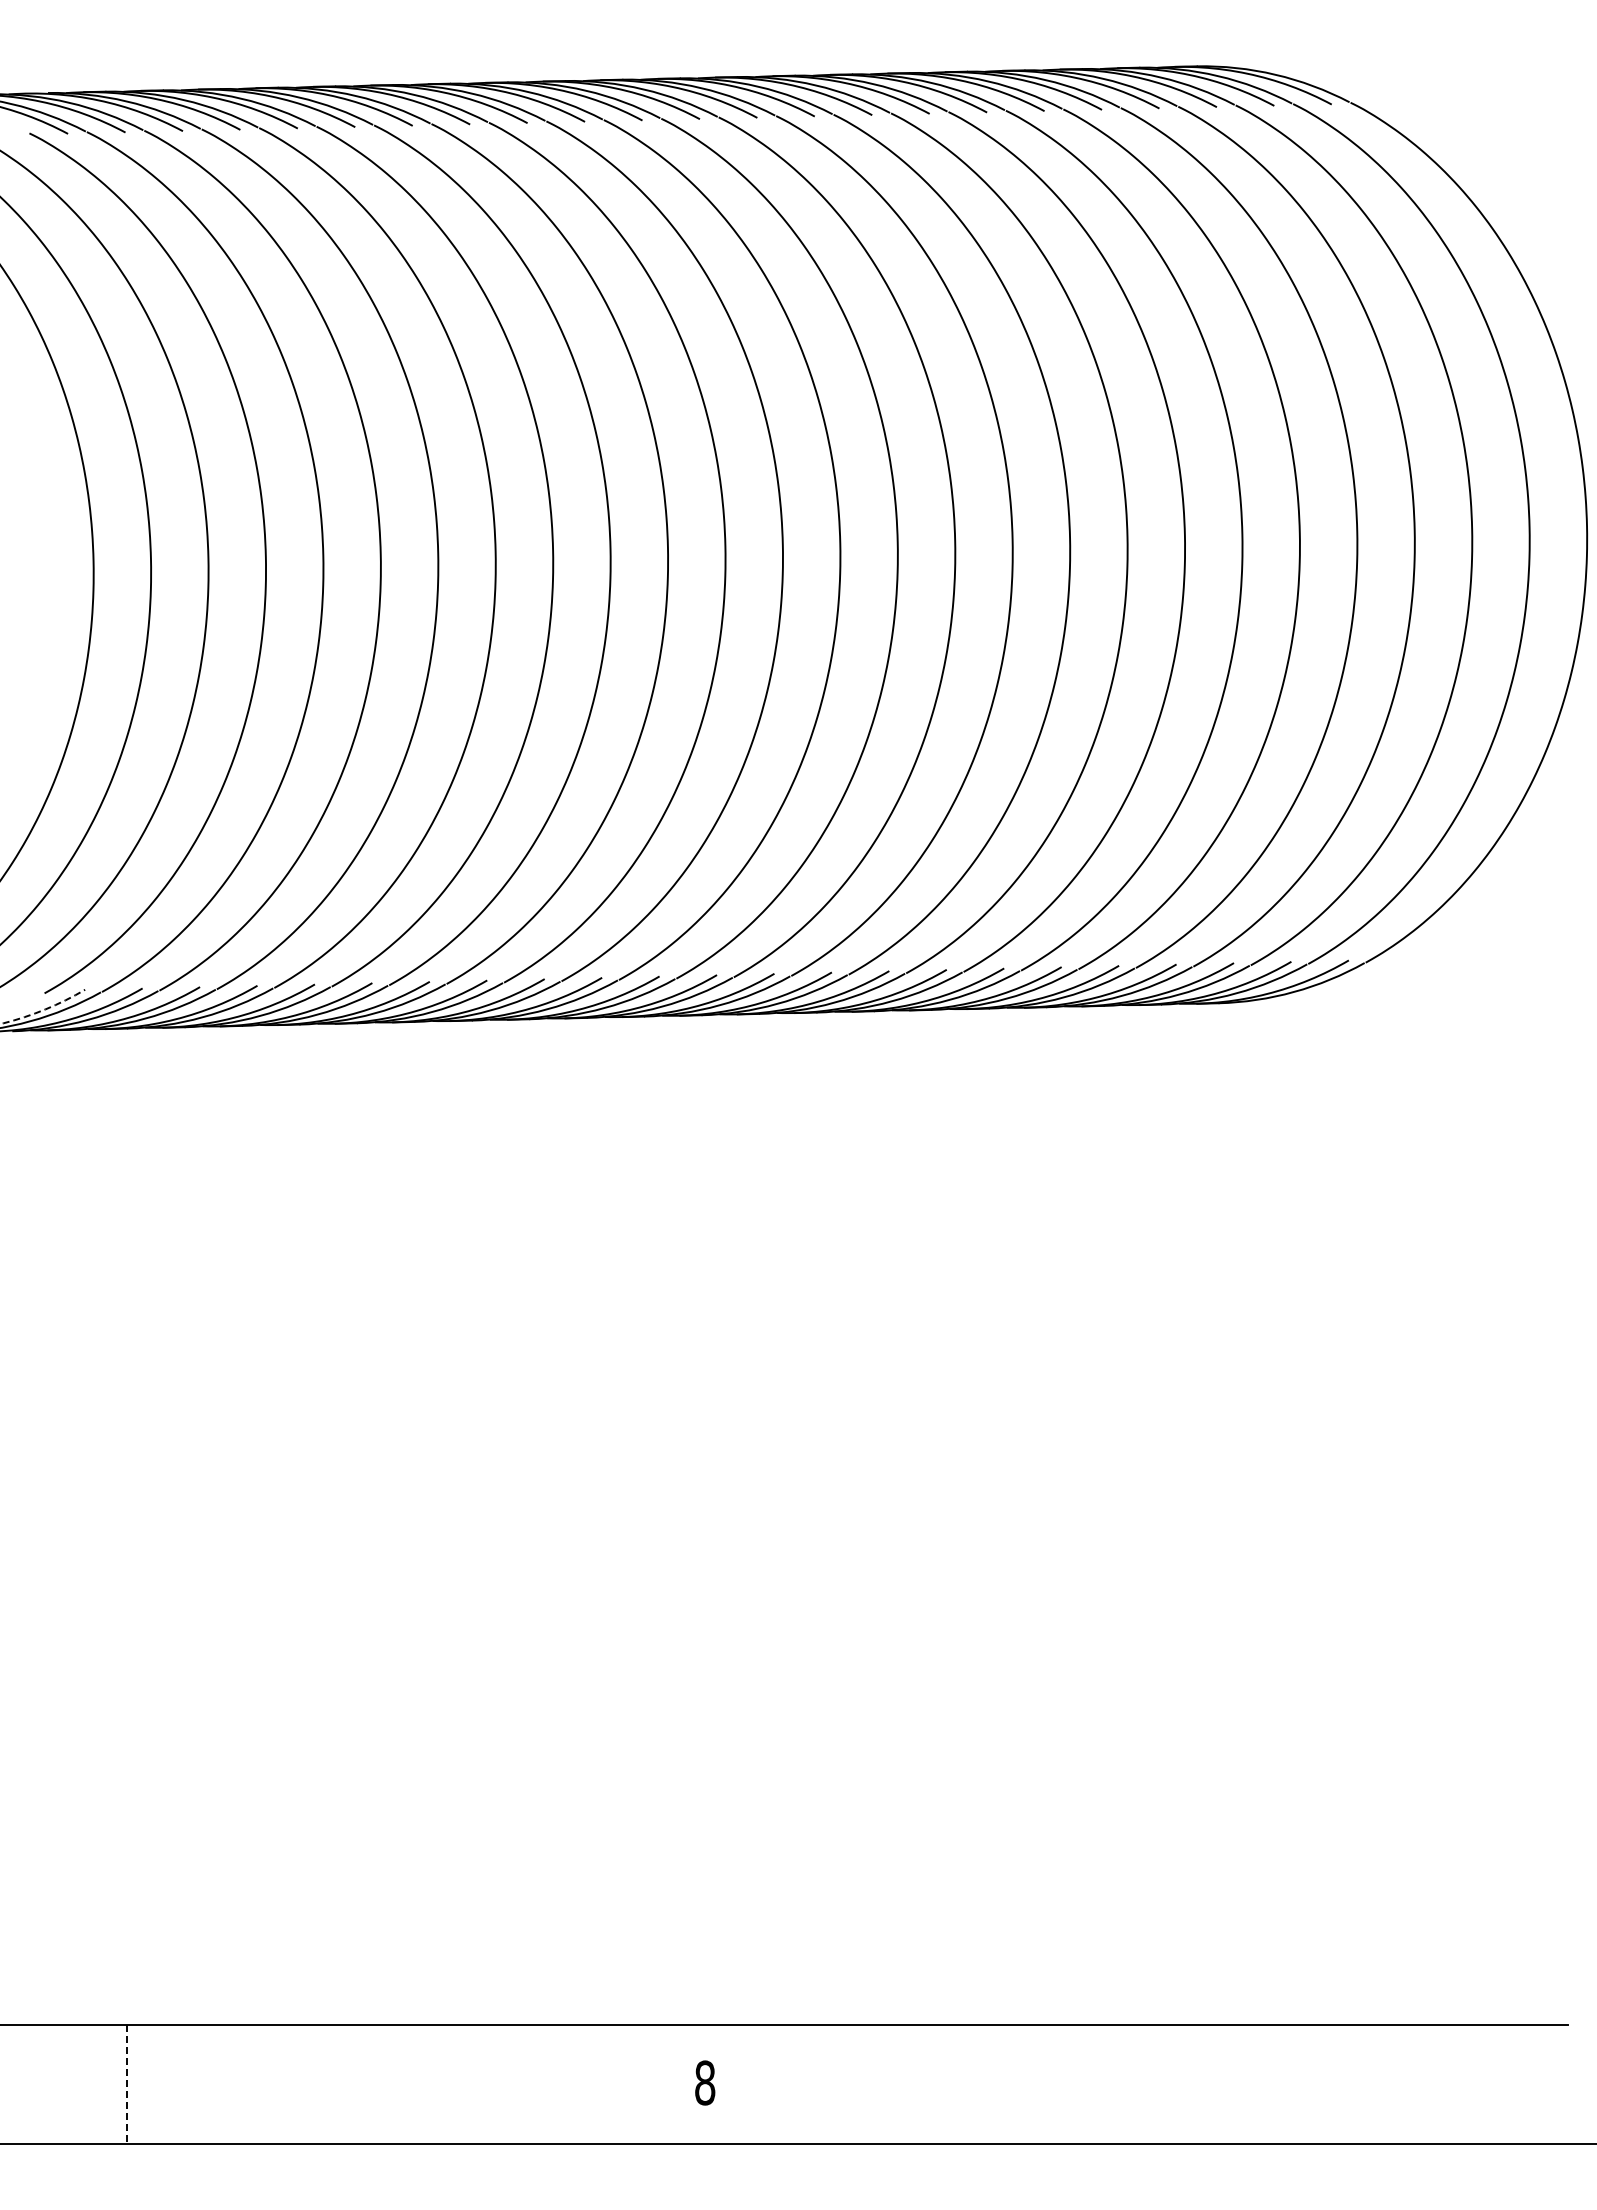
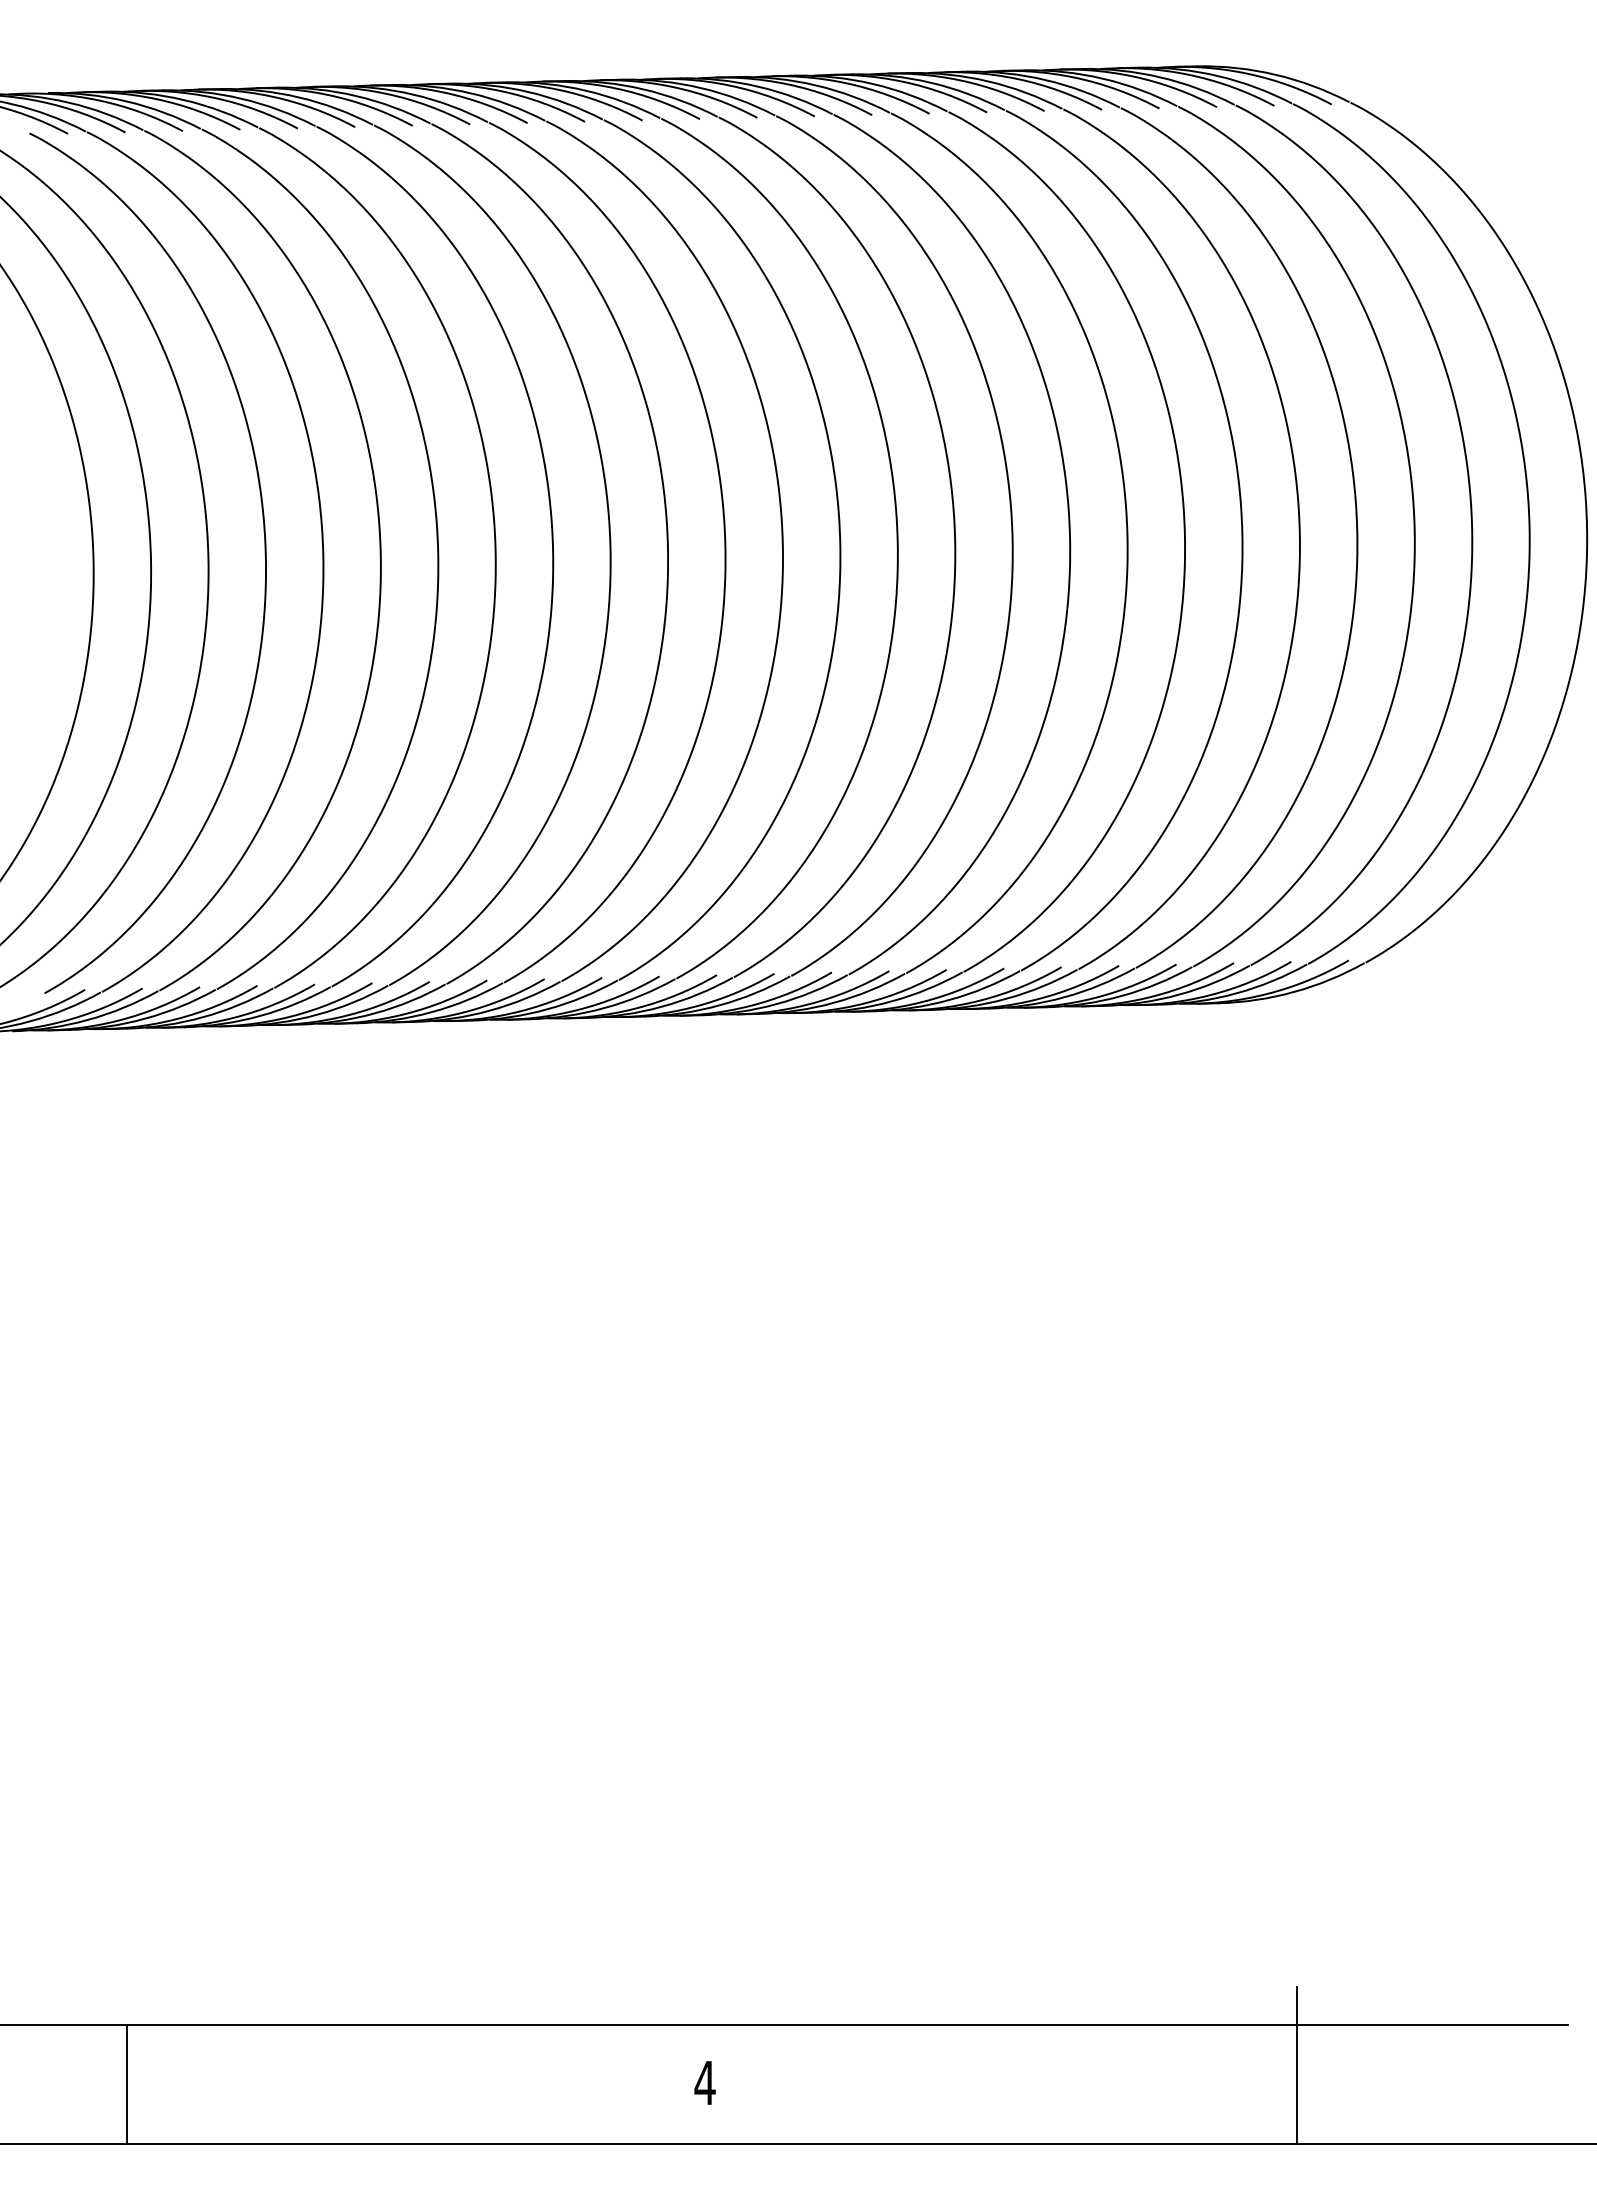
arc at (44, 1009): dashed -> solid
line at (1296, 2065): none -> present
text at (704, 2082): 8 -> 4
line at (127, 2084): dashed -> solid
